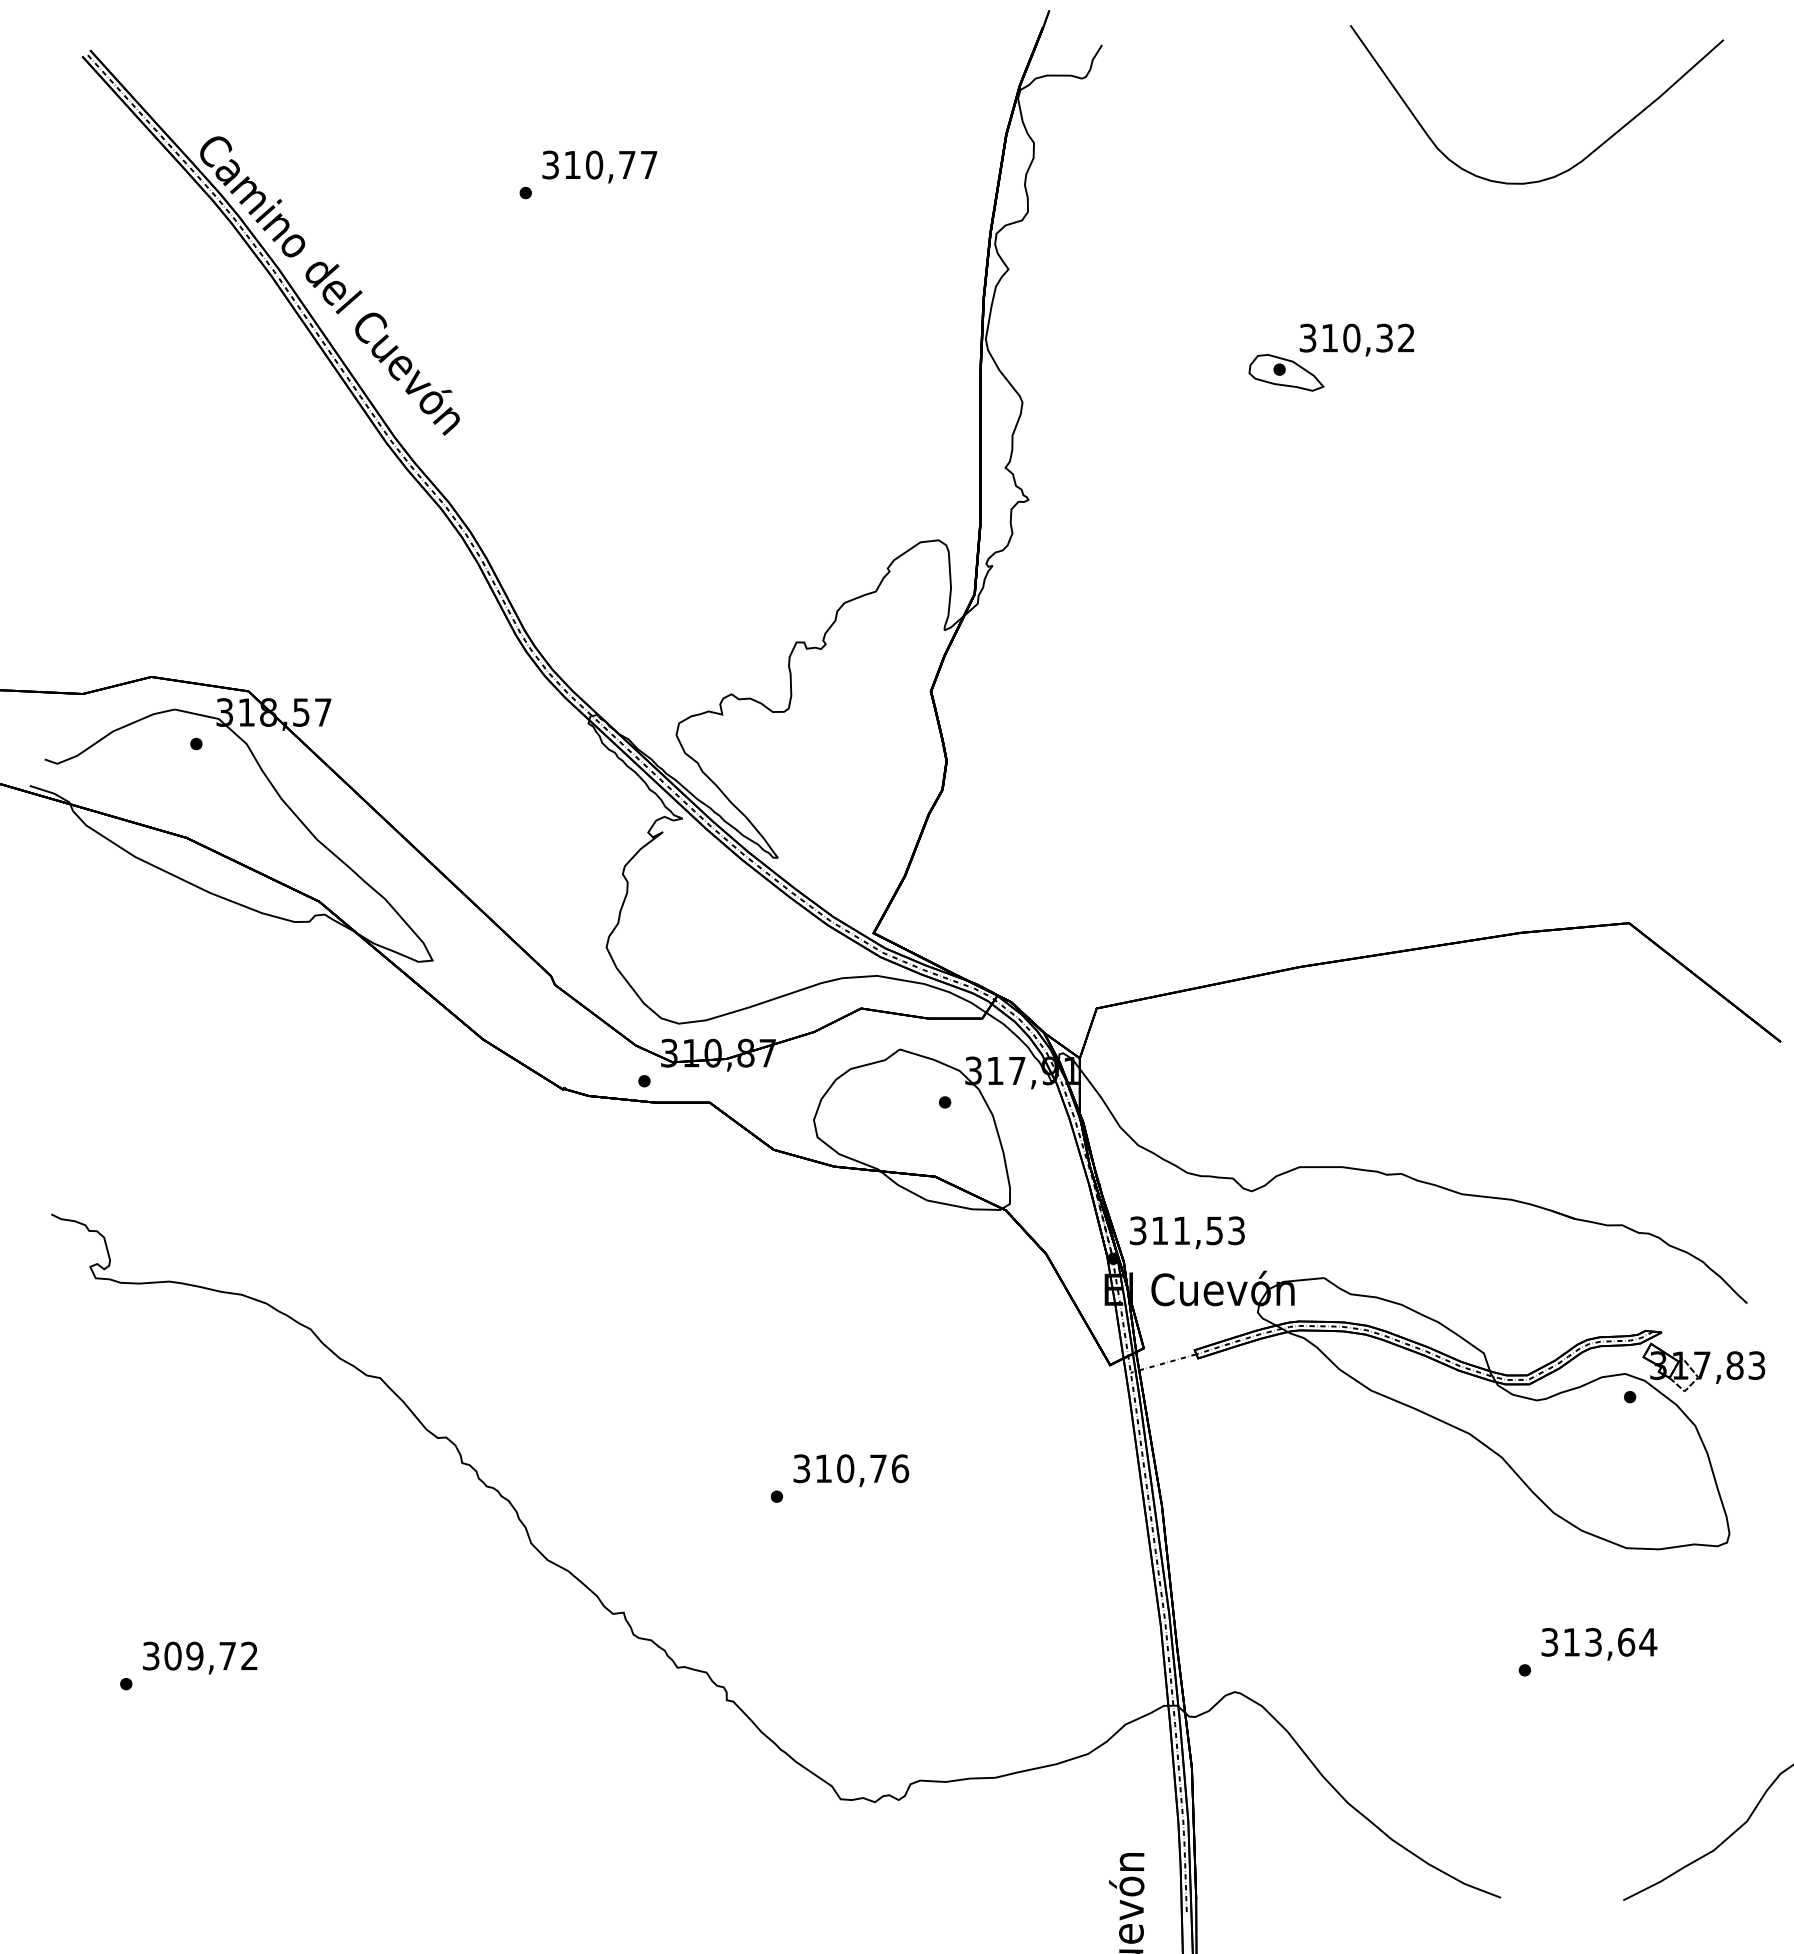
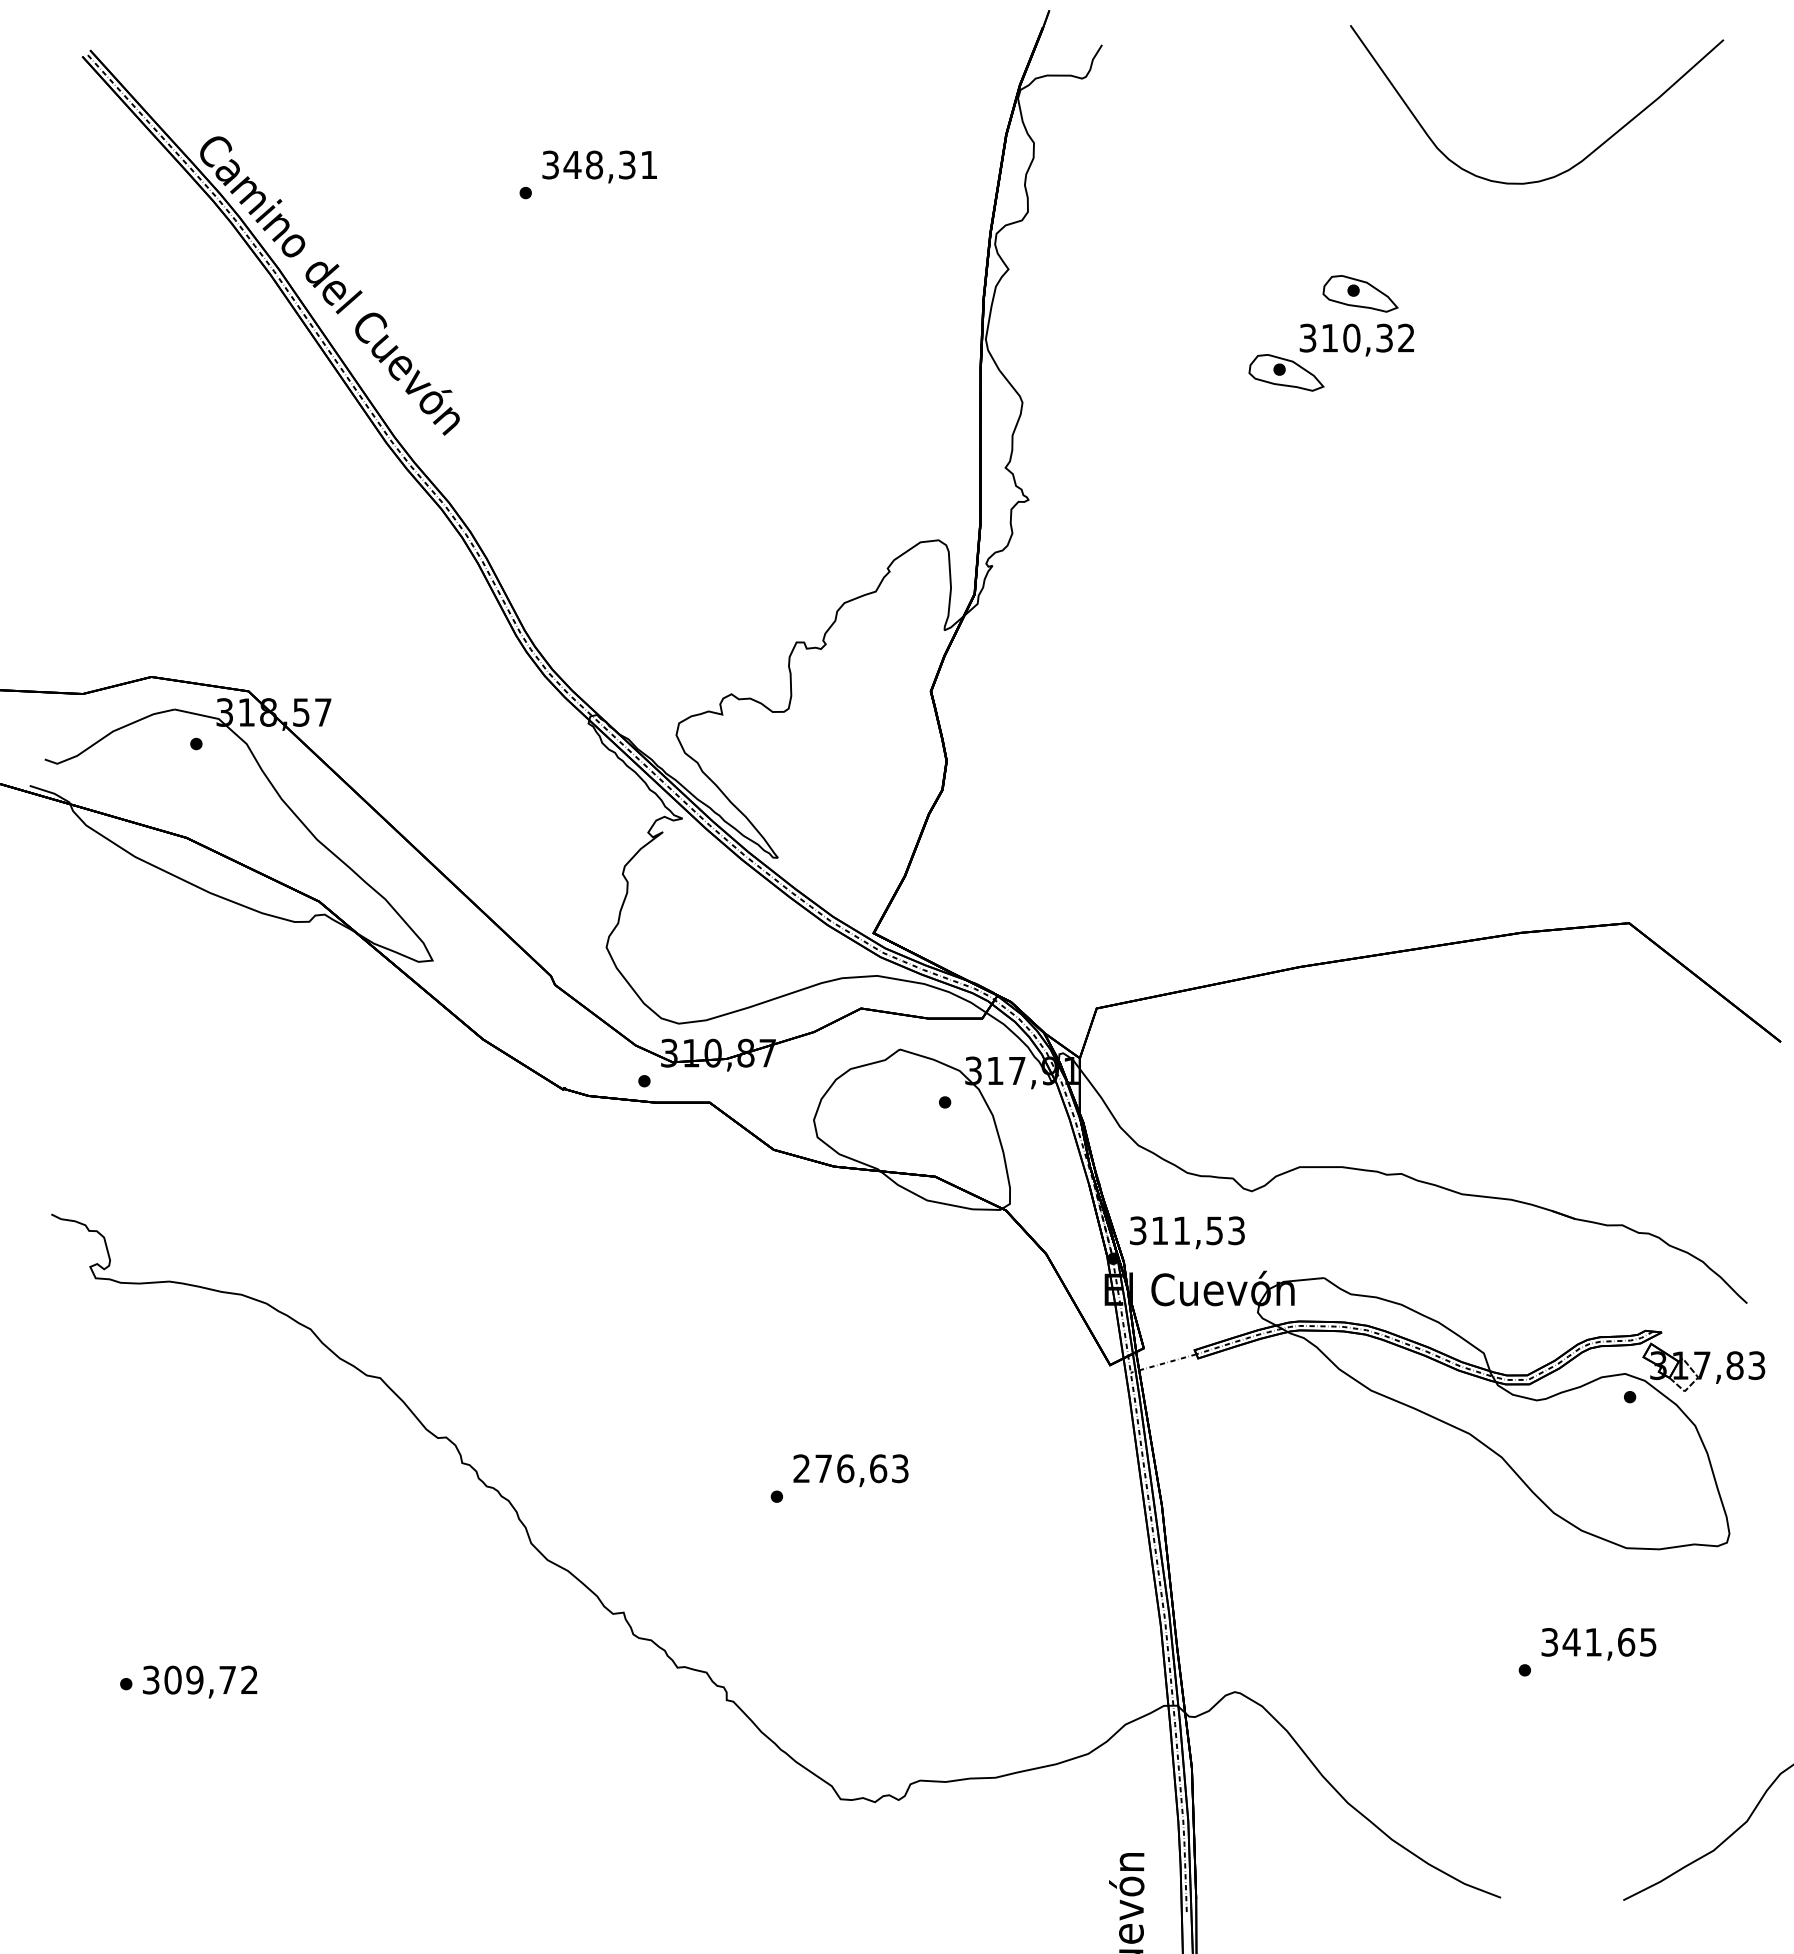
text at (610, 164): 310,77 -> 348,31
part at (1360, 293): none -> present
text at (851, 1468): 310,76 -> 276,63
text at (1609, 1642): 313,64 -> 341,65
text at (200, 1657) position: (200, 1657) -> (200, 1681)
